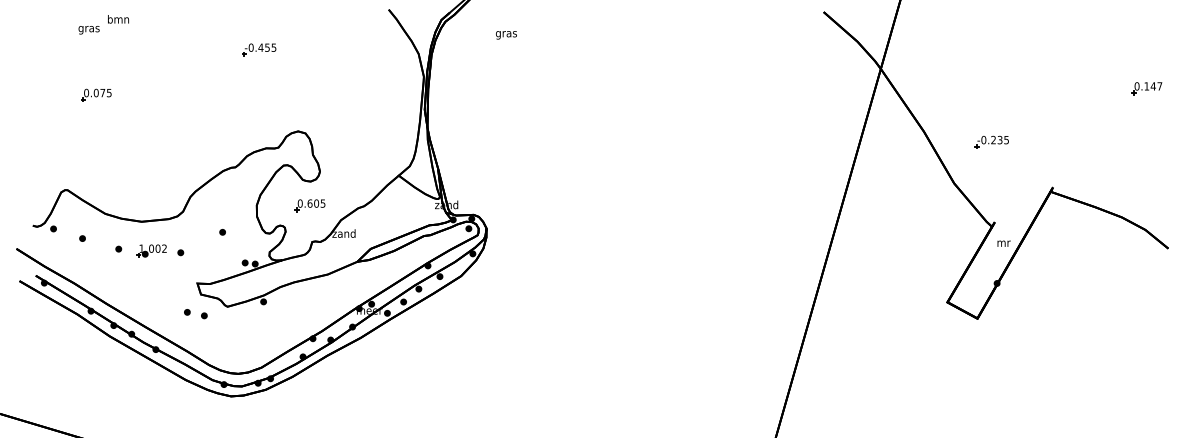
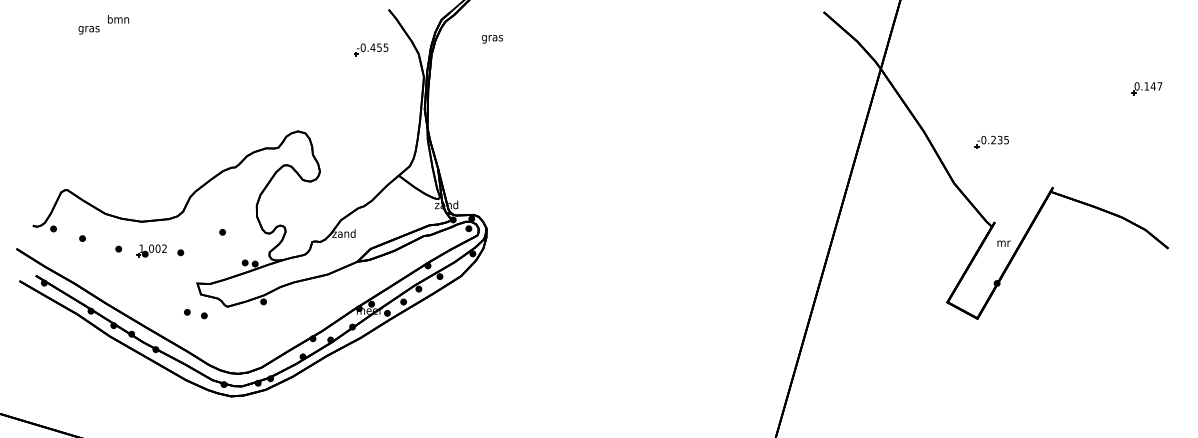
text at (506, 35) position: (506, 35) -> (492, 39)
part at (259, 49) position: (259, 49) -> (371, 49)
part at (96, 94): present -> none
part at (309, 205): present -> none
